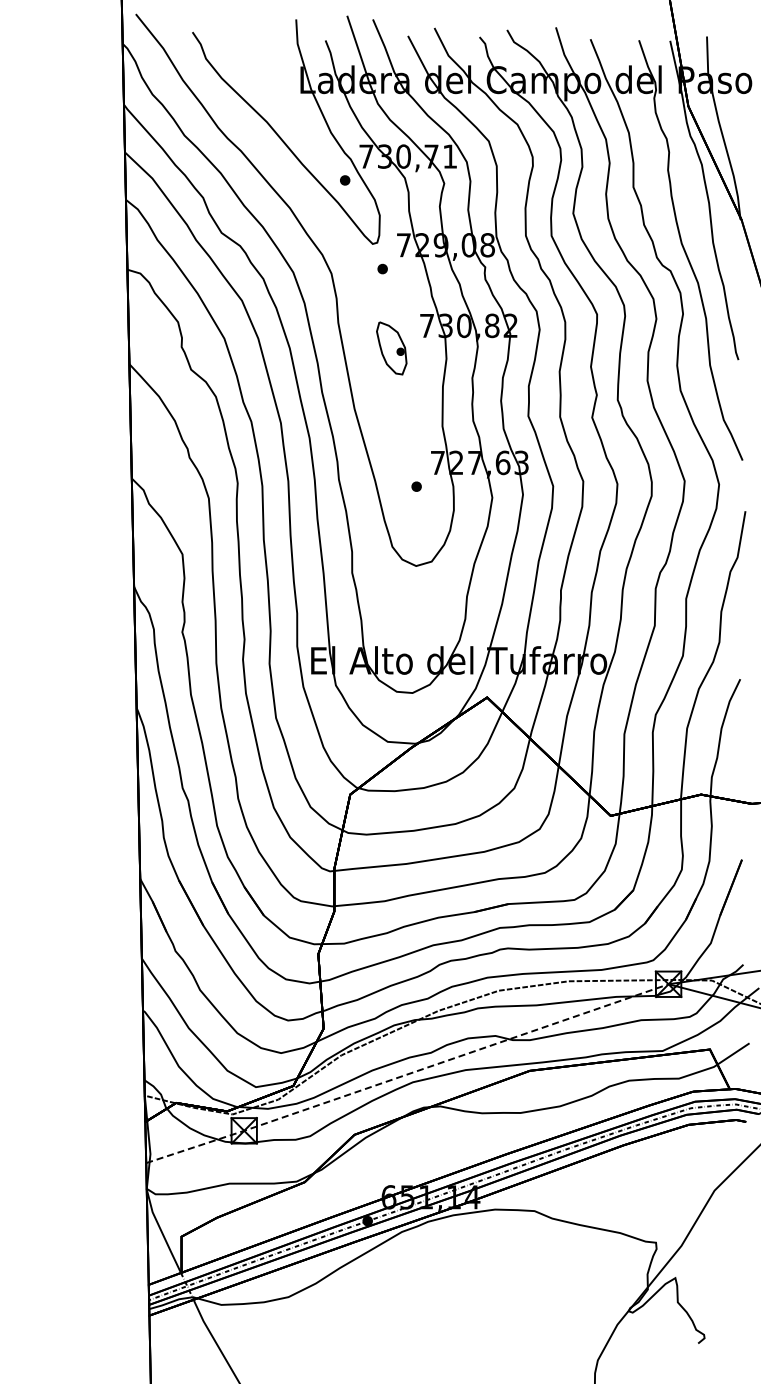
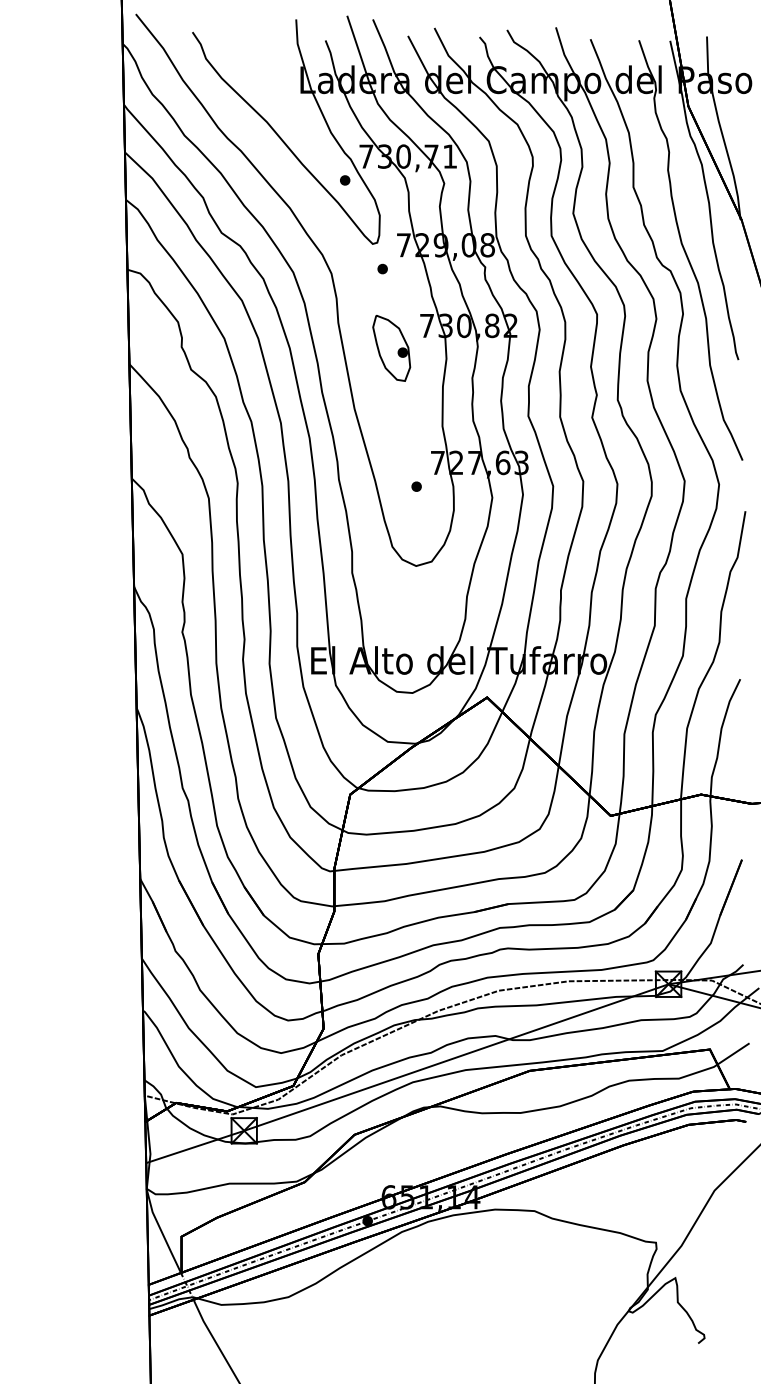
part at (391, 348) size: 32x55 px -> 40x67 px
line at (406, 1074): dashed -> solid
